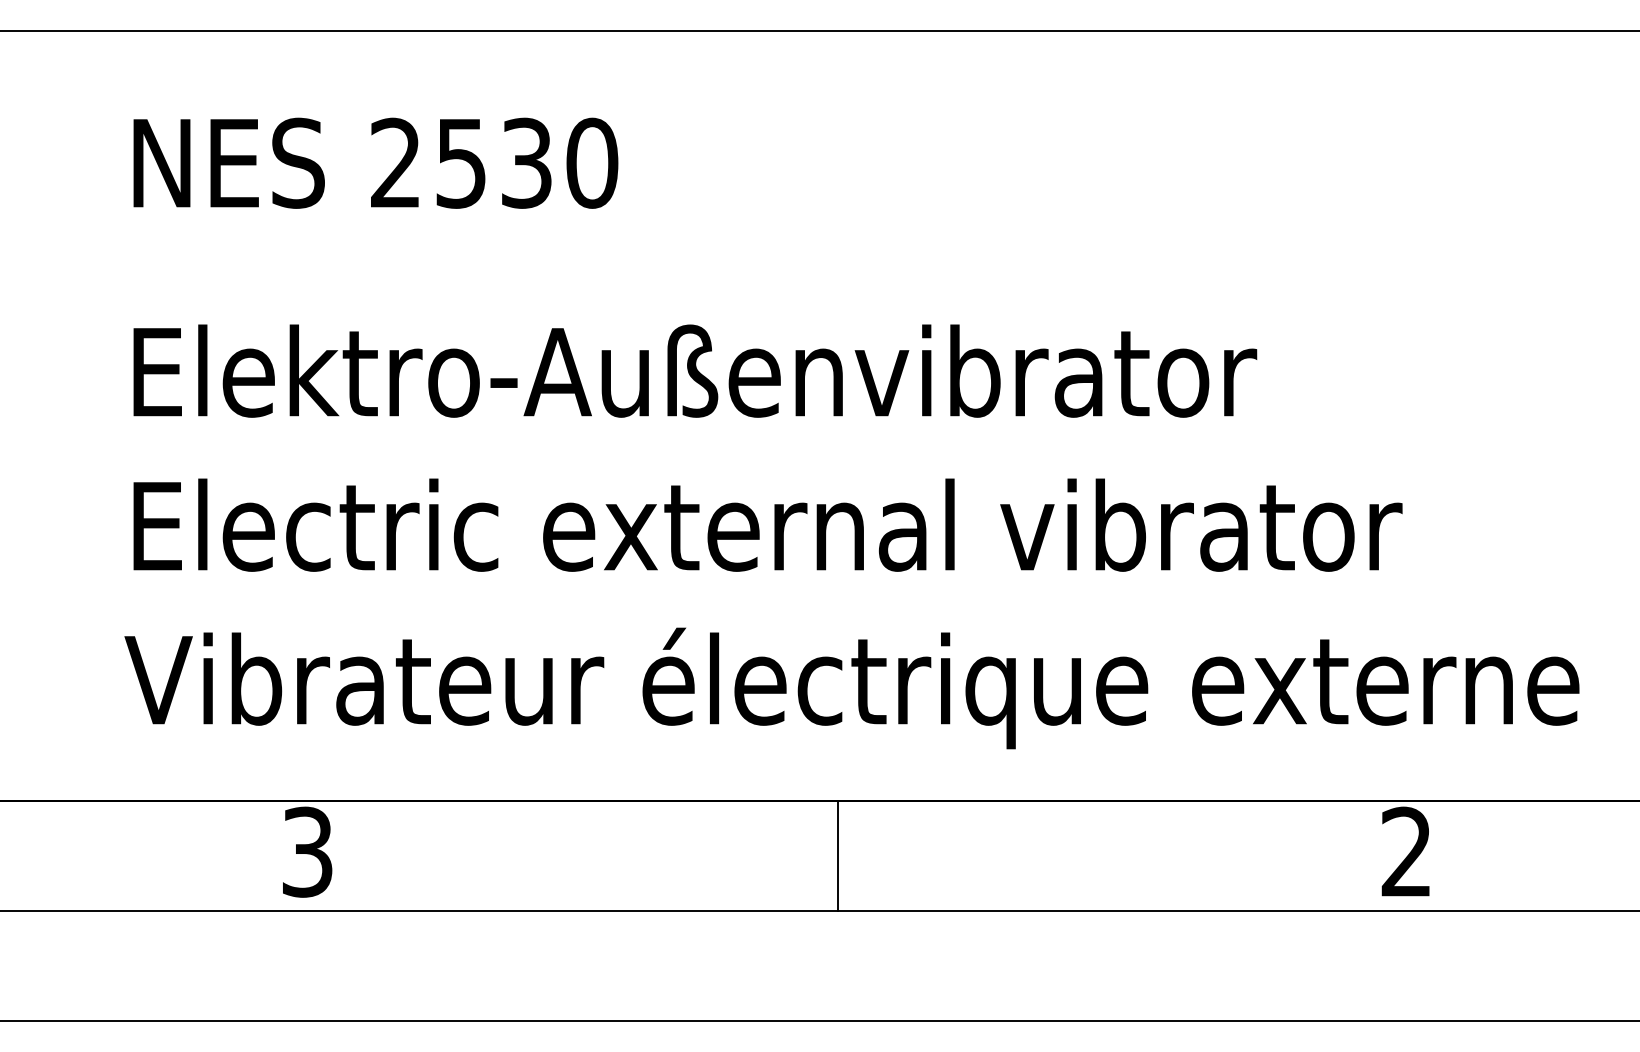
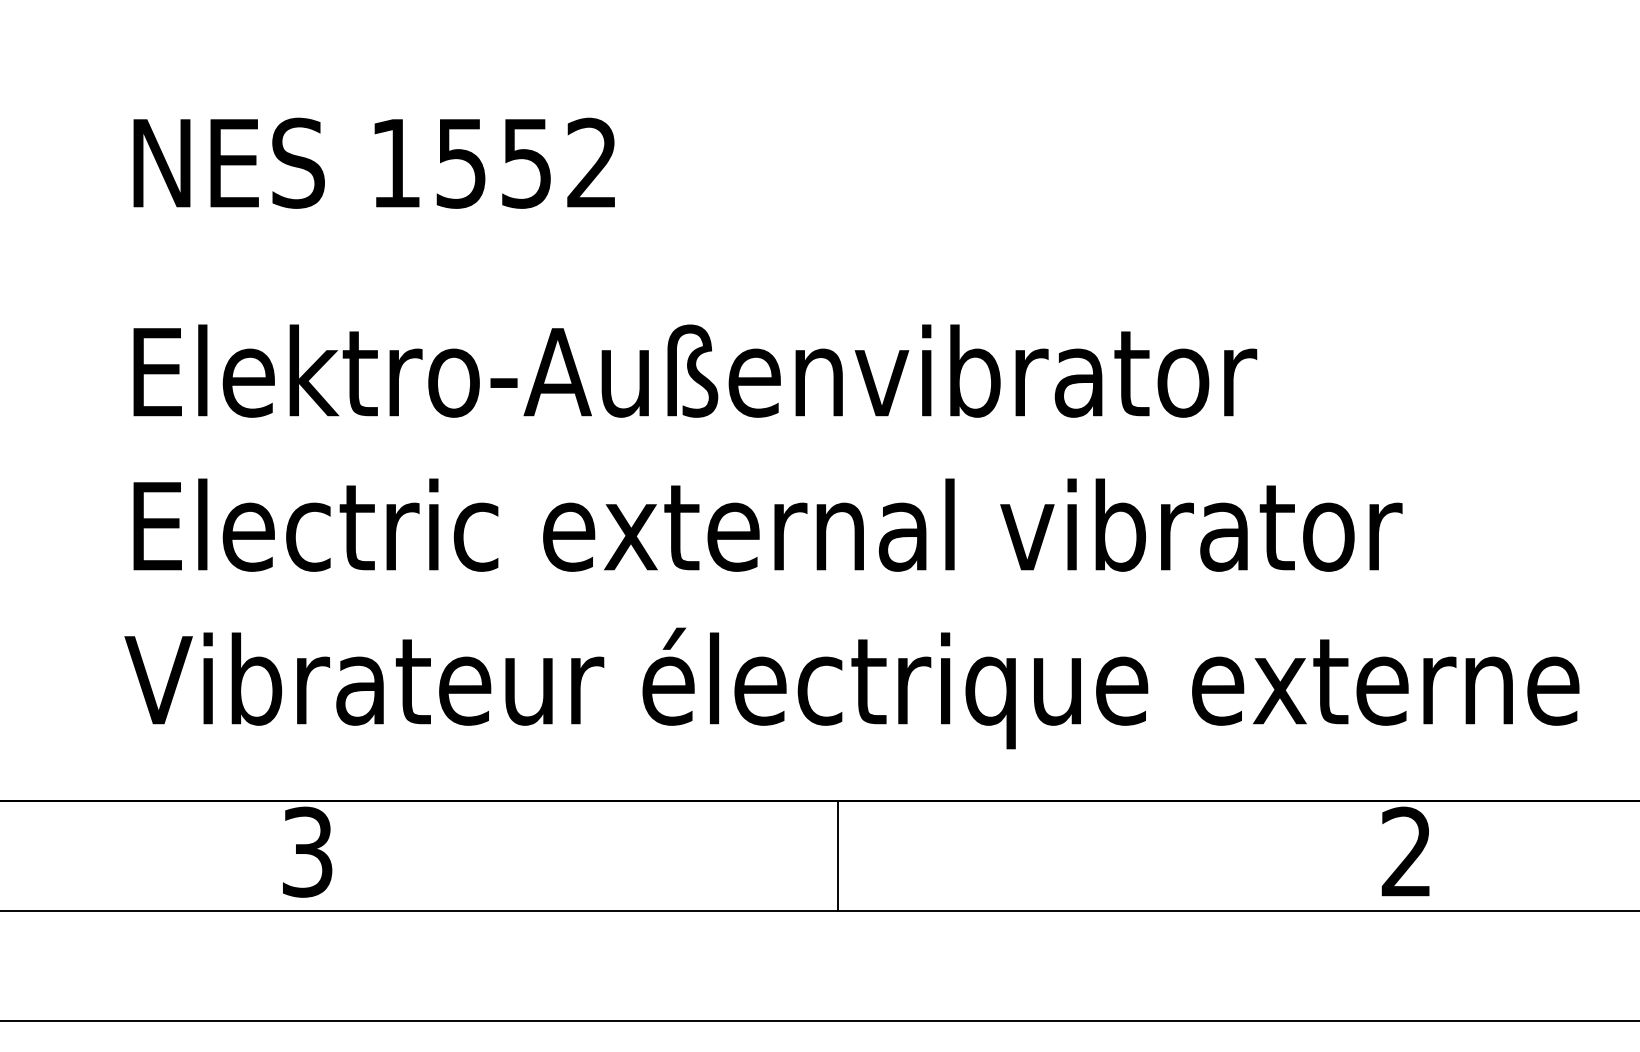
line at (819, 31): present -> none
text at (494, 162): 2530 -> 1552
